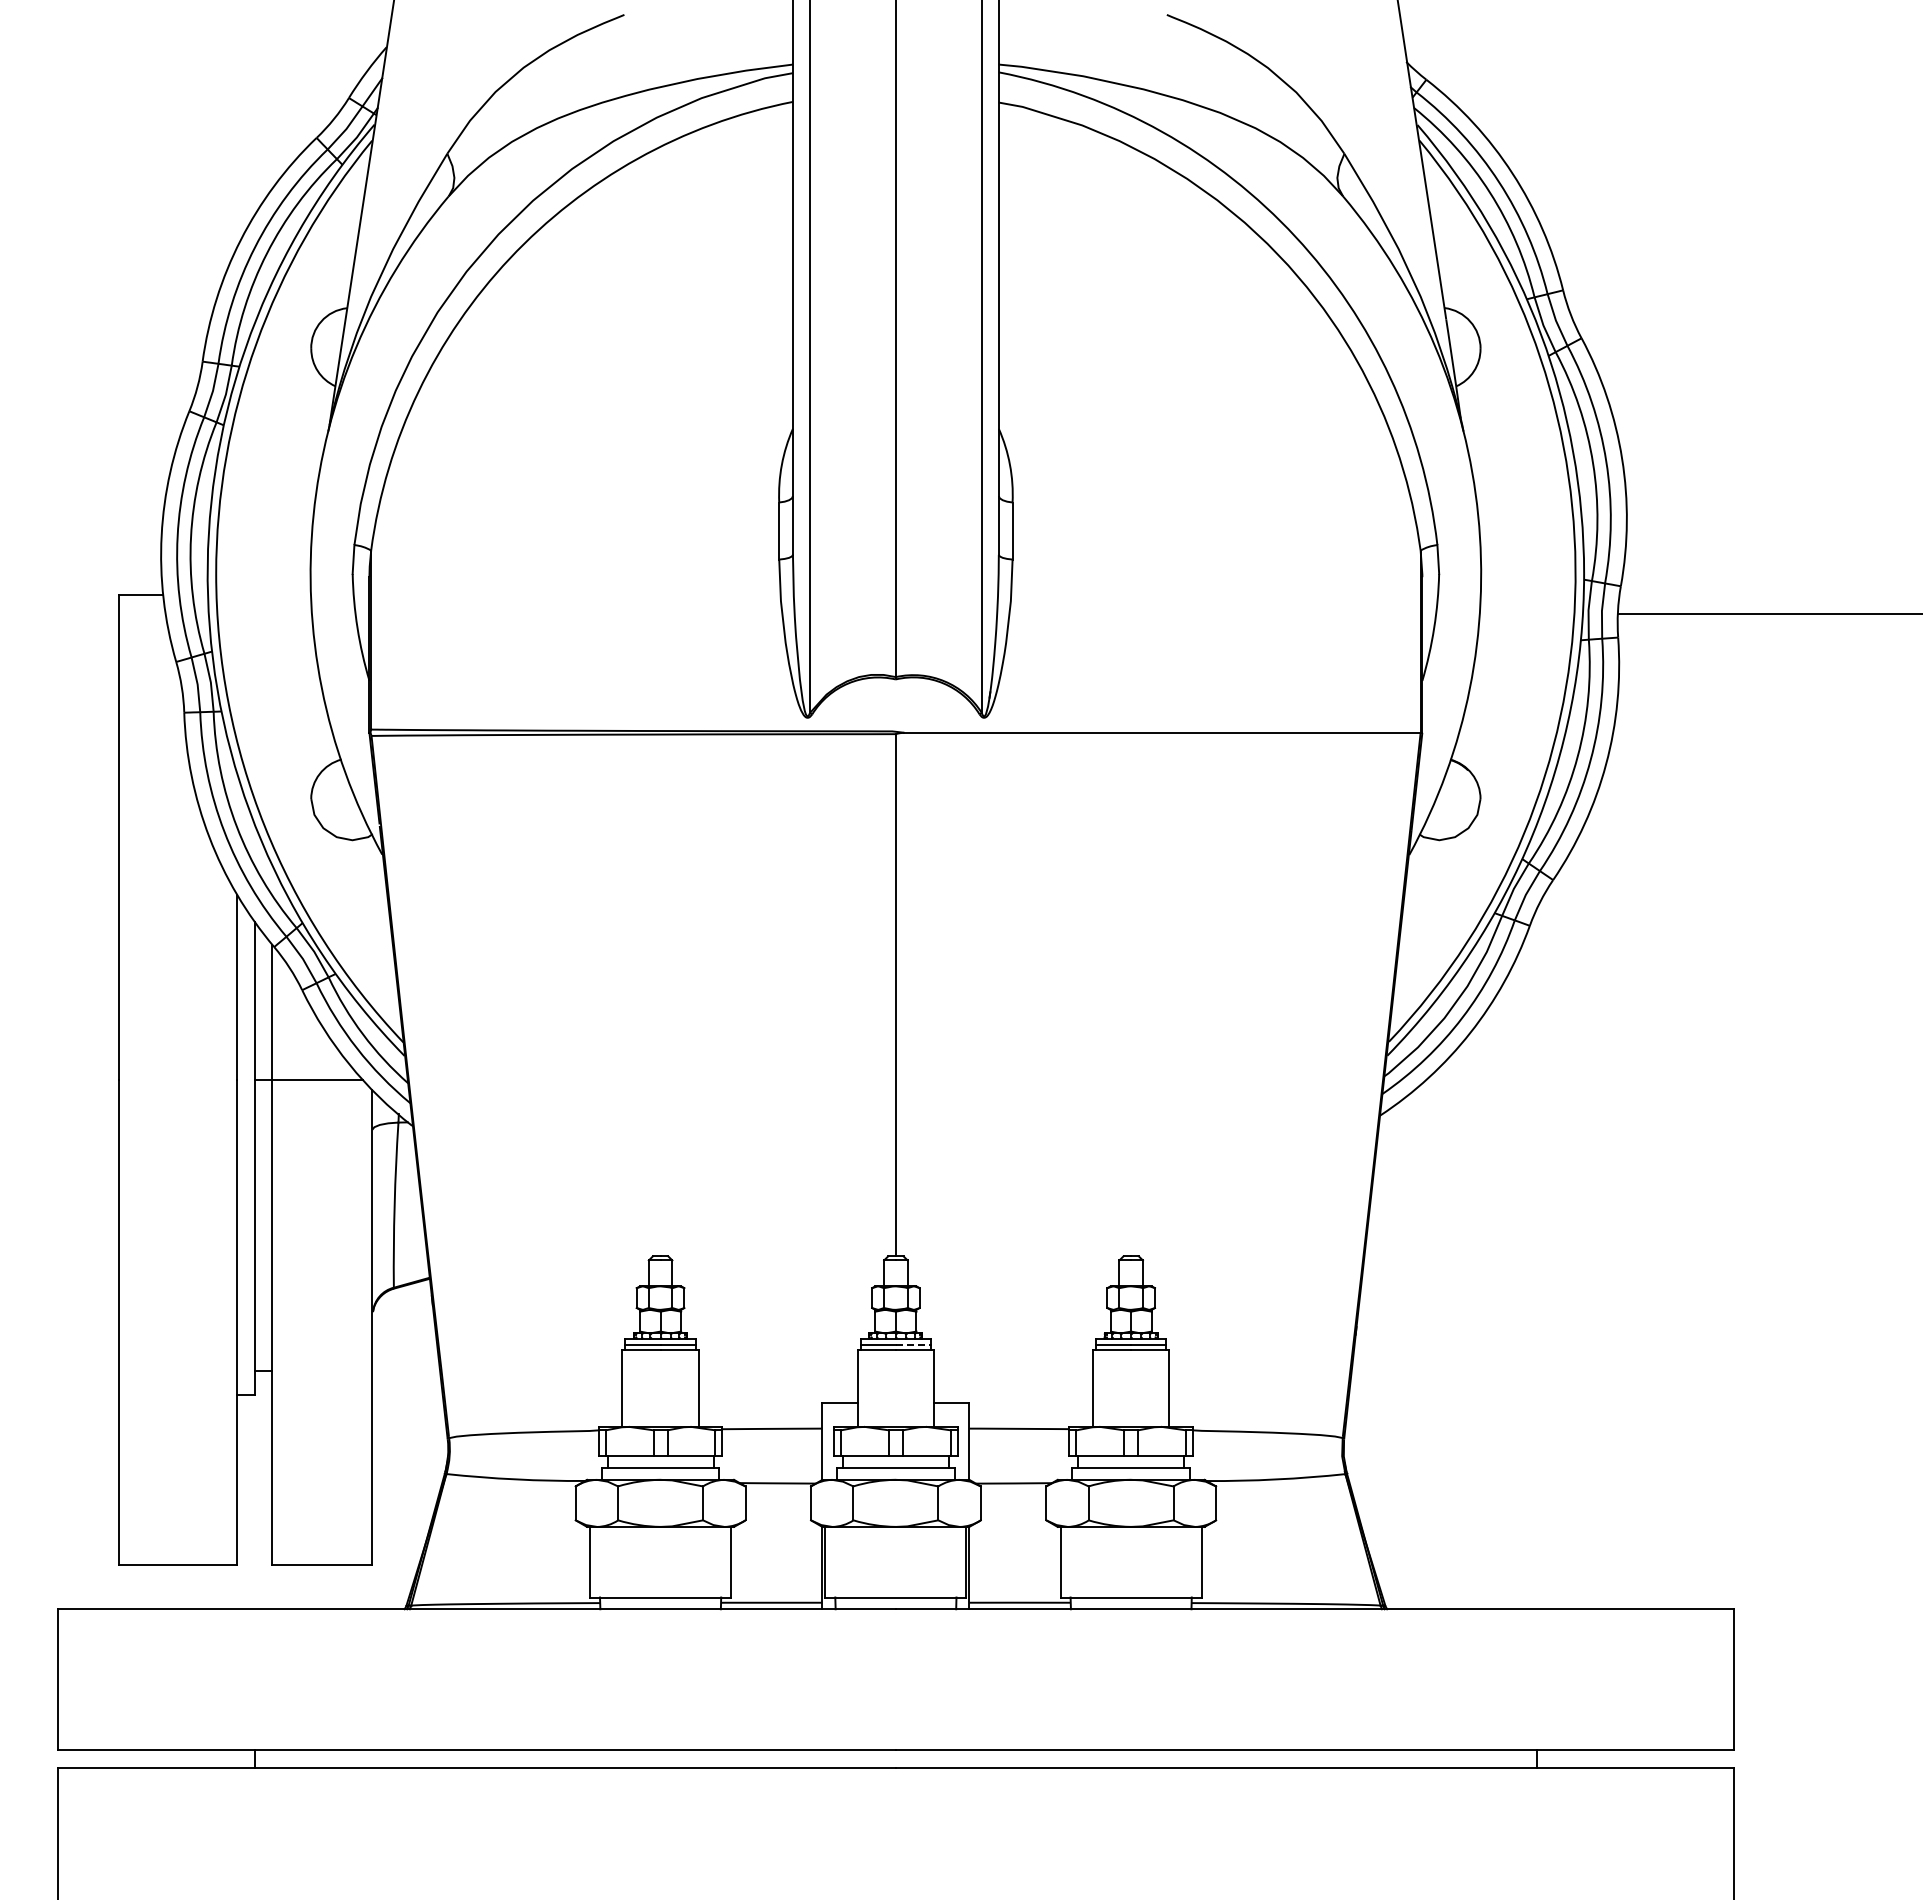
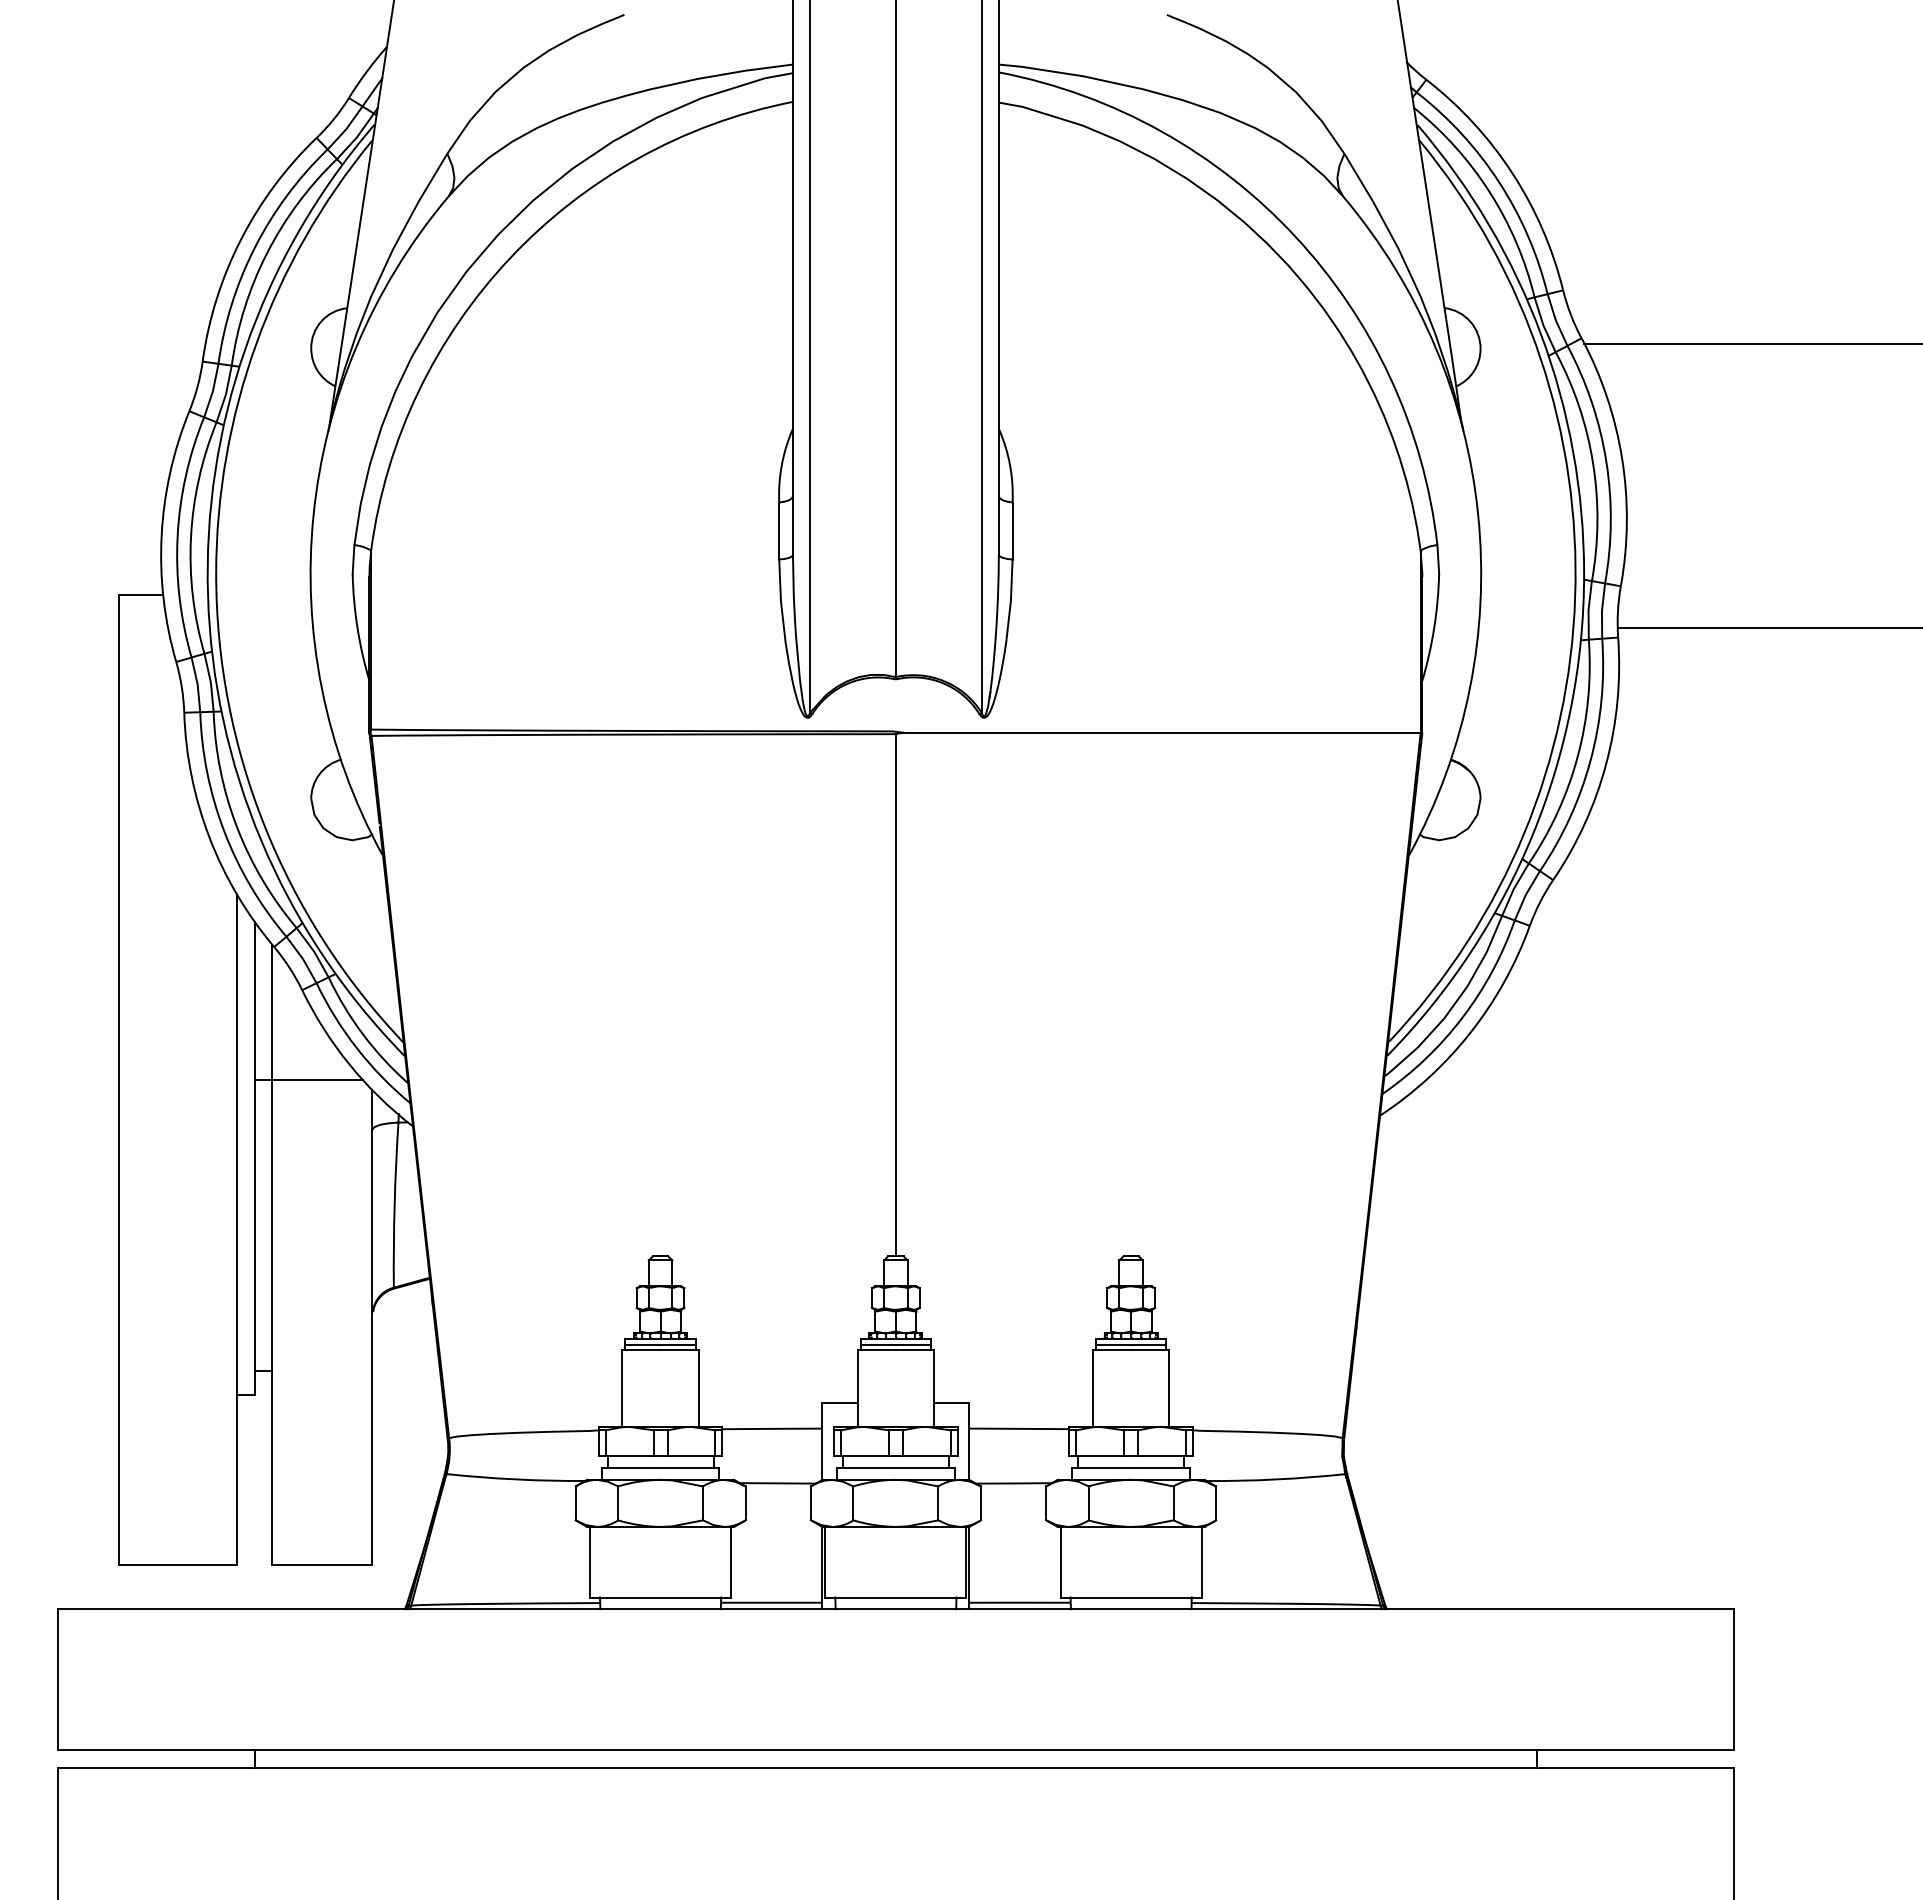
line at (1751, 343): none -> present
line at (1768, 613) position: (1768, 613) -> (1768, 627)
line at (913, 1344): dashed -> solid
